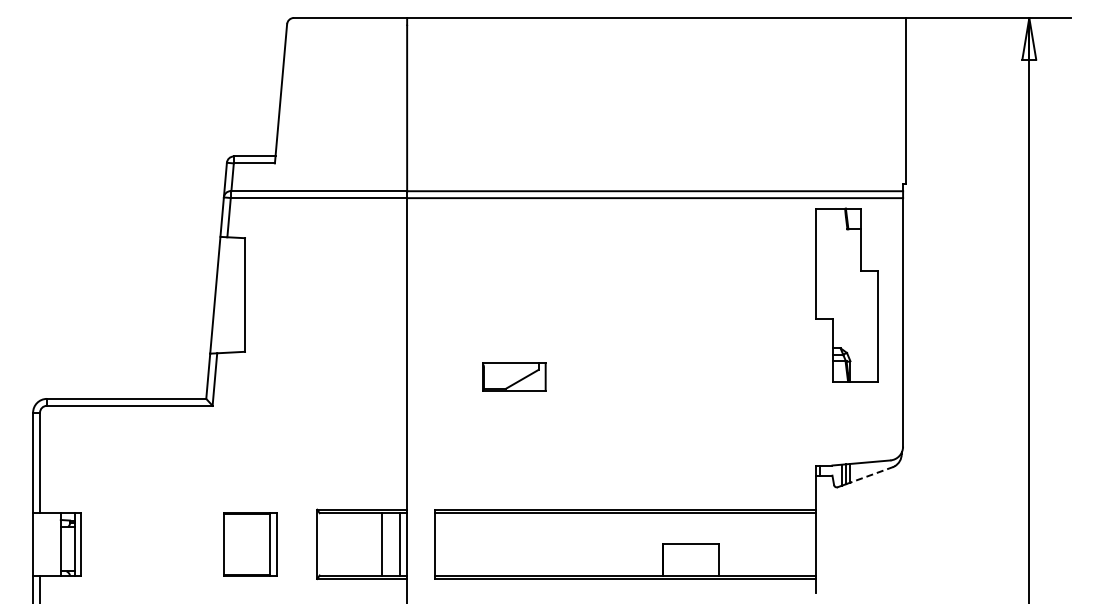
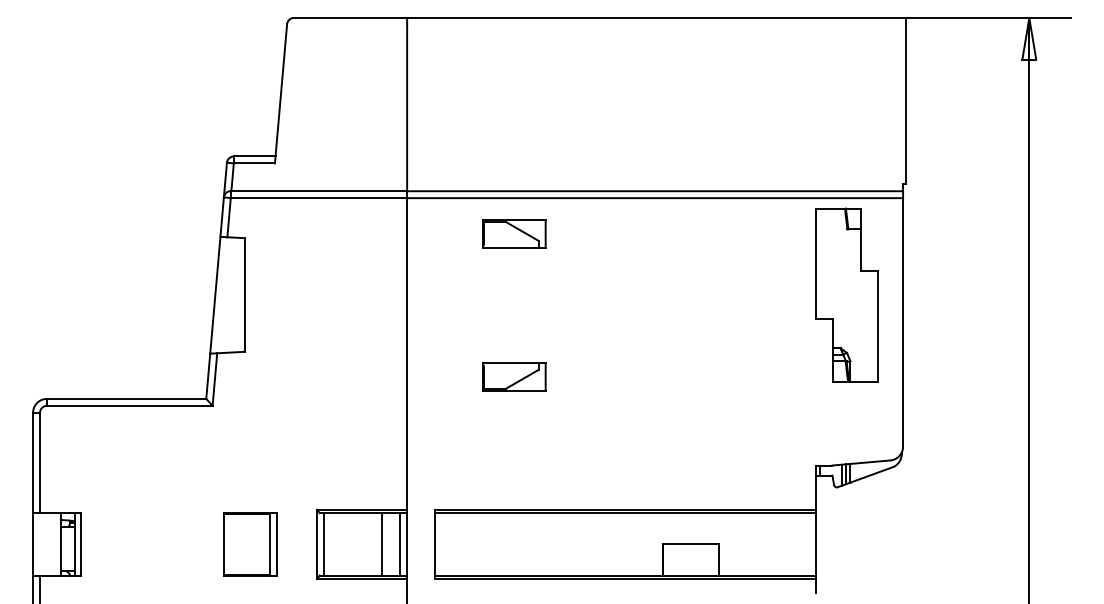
part at (514, 233): none -> present
line at (871, 474): dashed -> solid
line at (324, 544): none -> present
